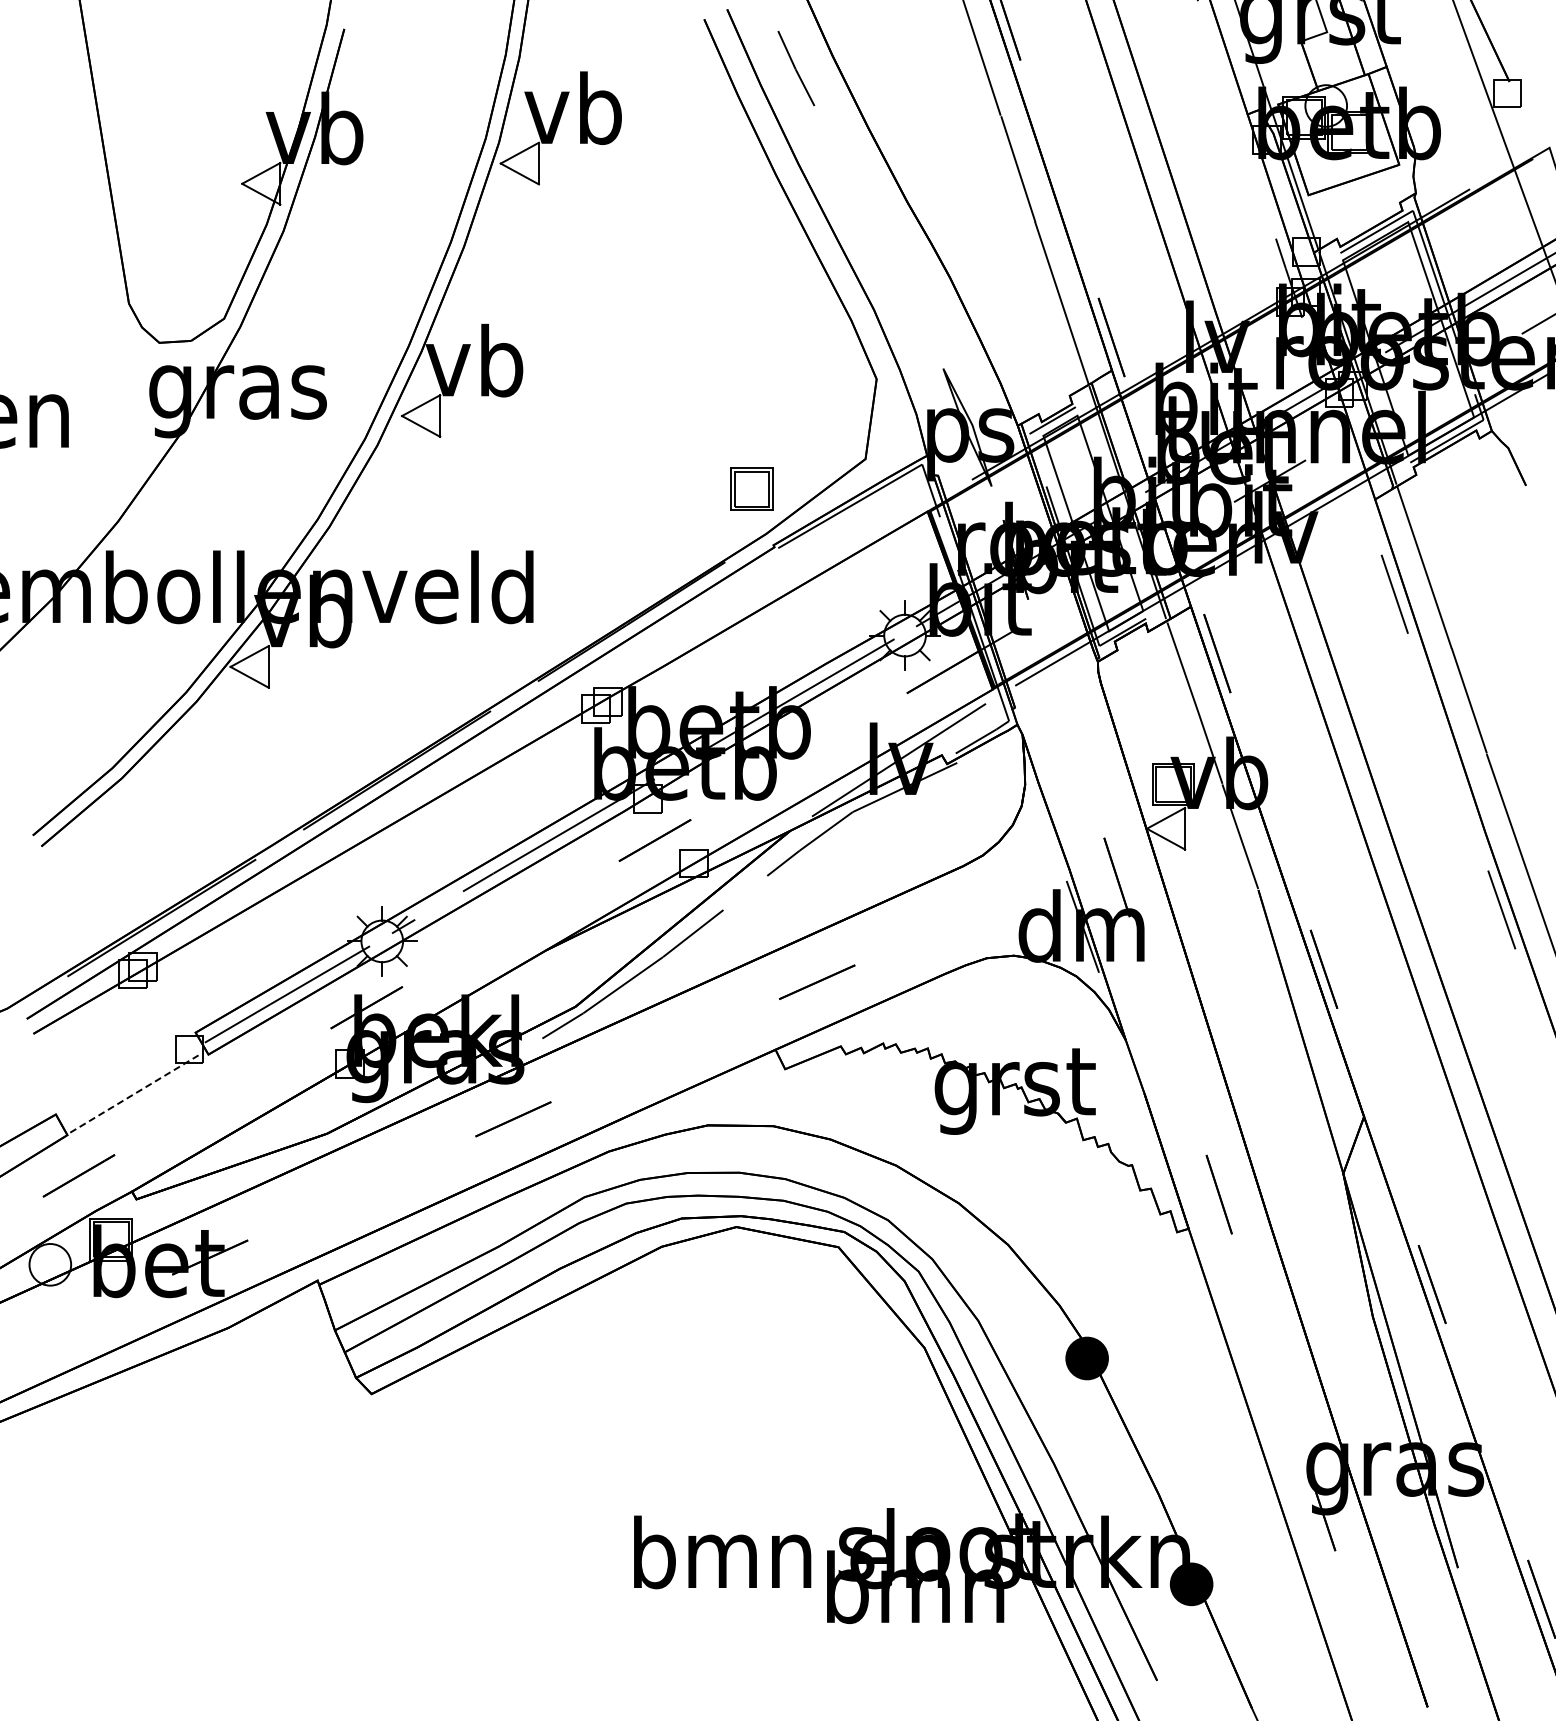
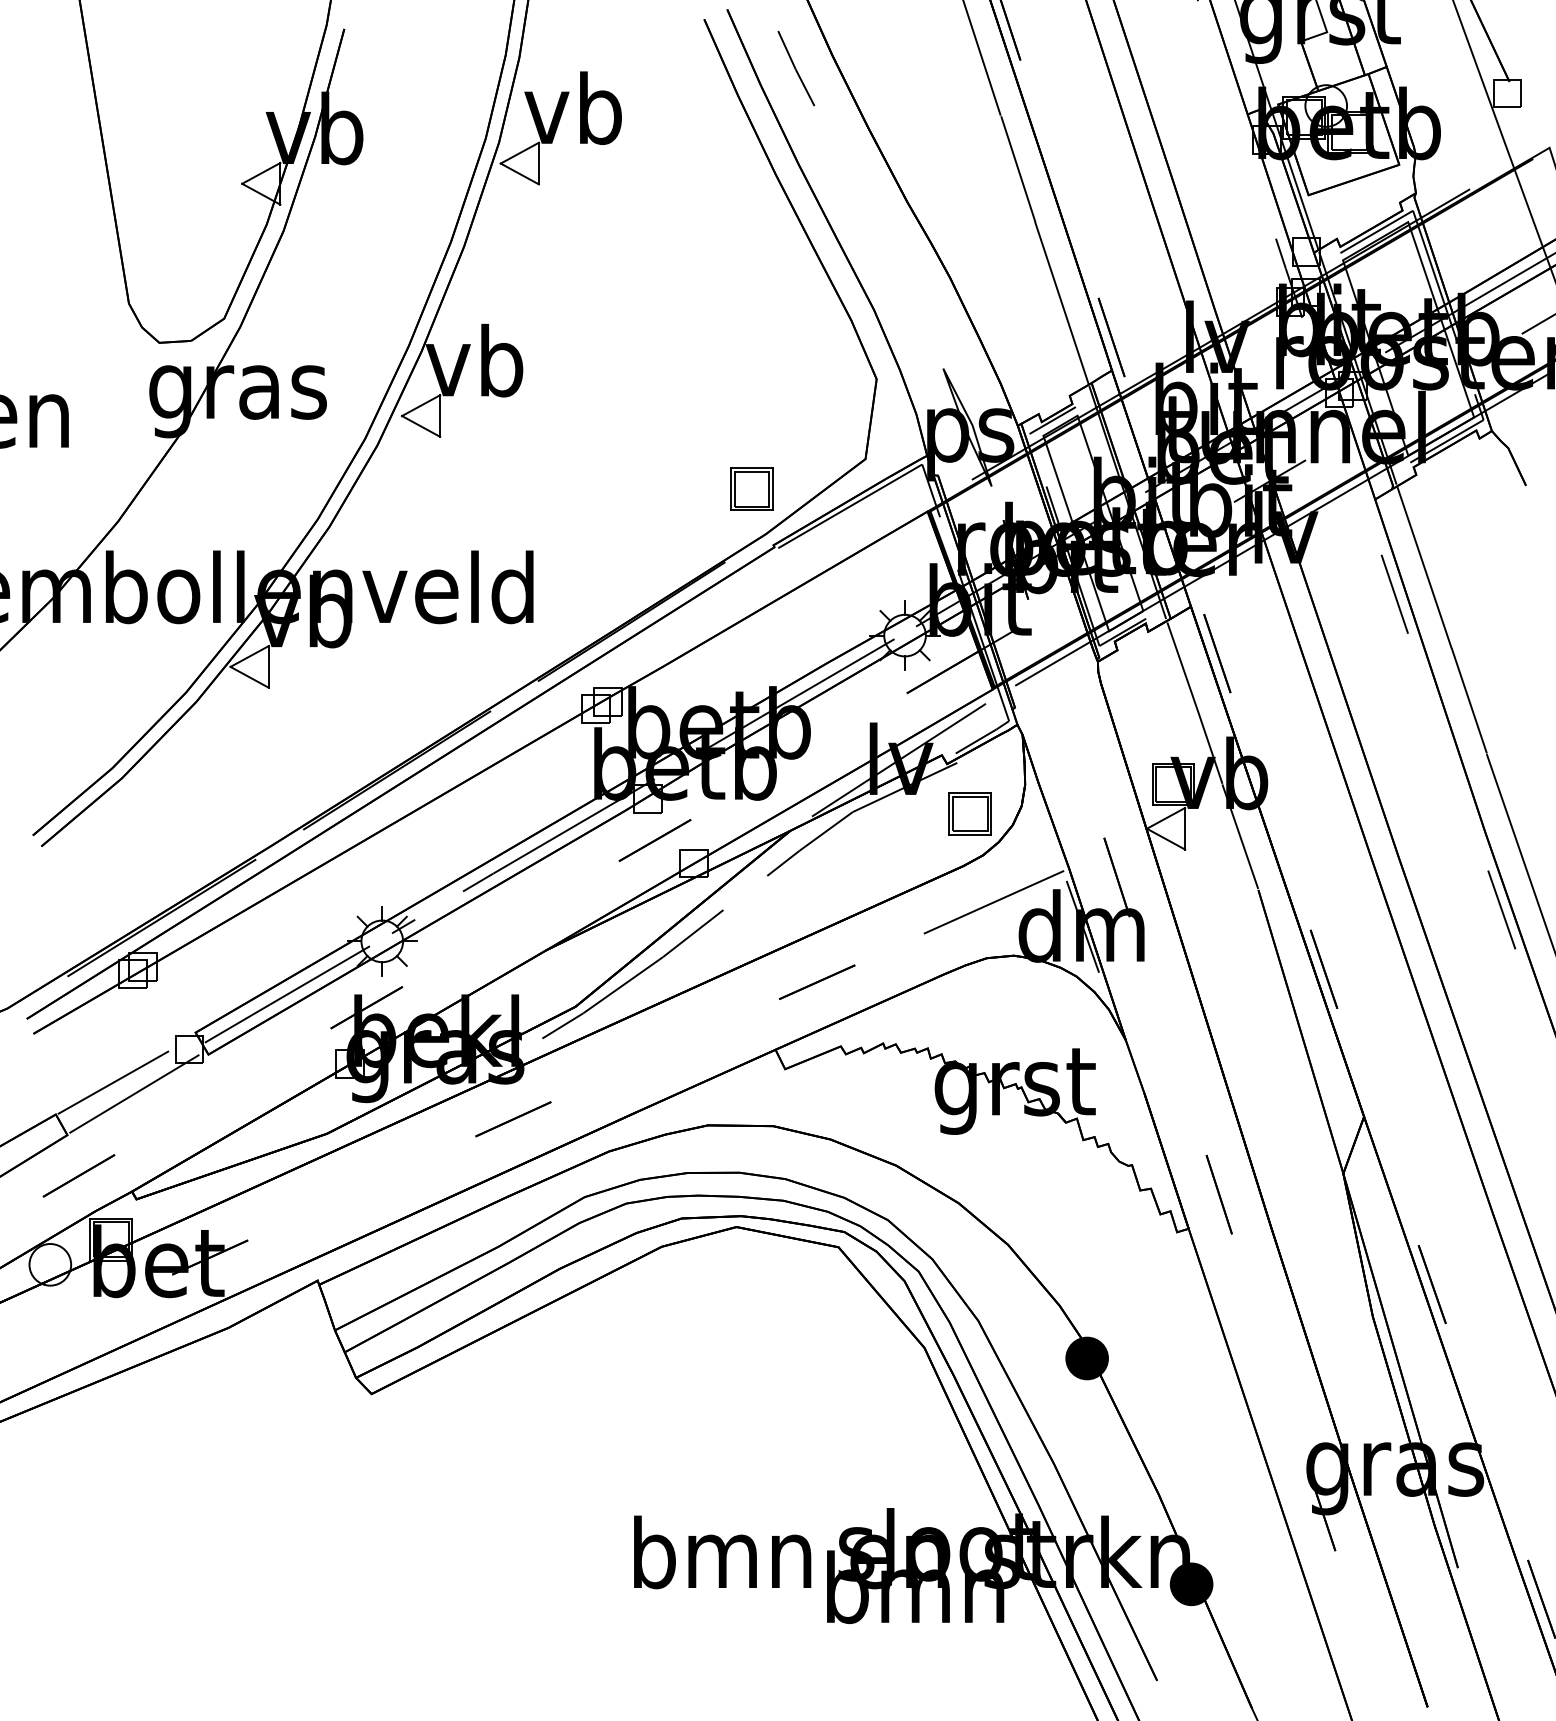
part at (969, 813): none -> present
line at (993, 902): none -> present
line at (113, 1082): none -> present
line at (134, 1094): dashed -> solid
